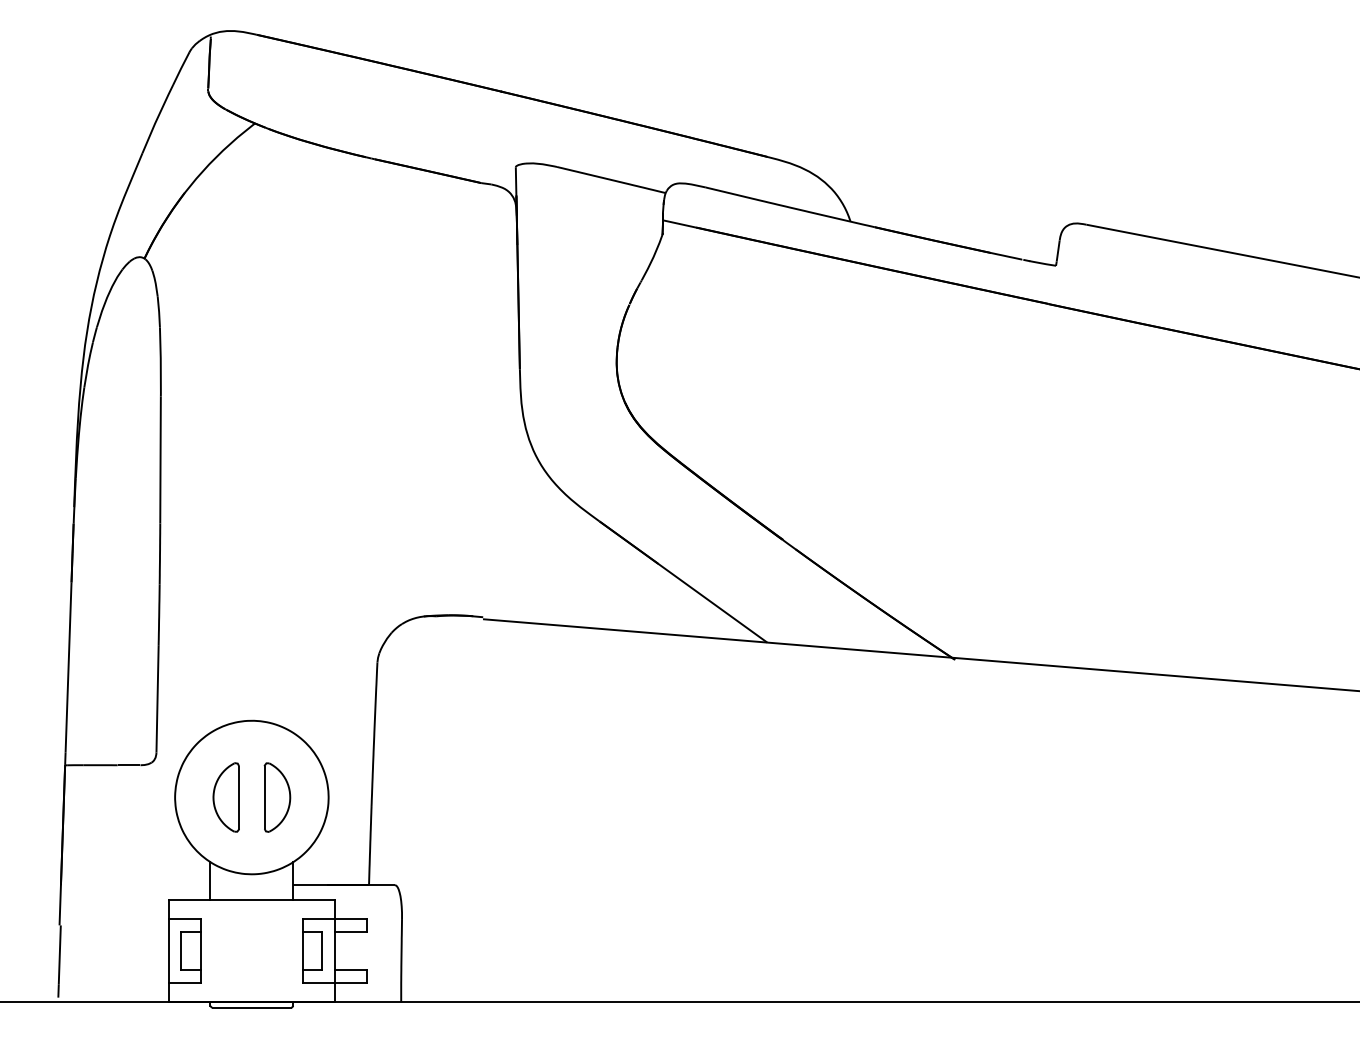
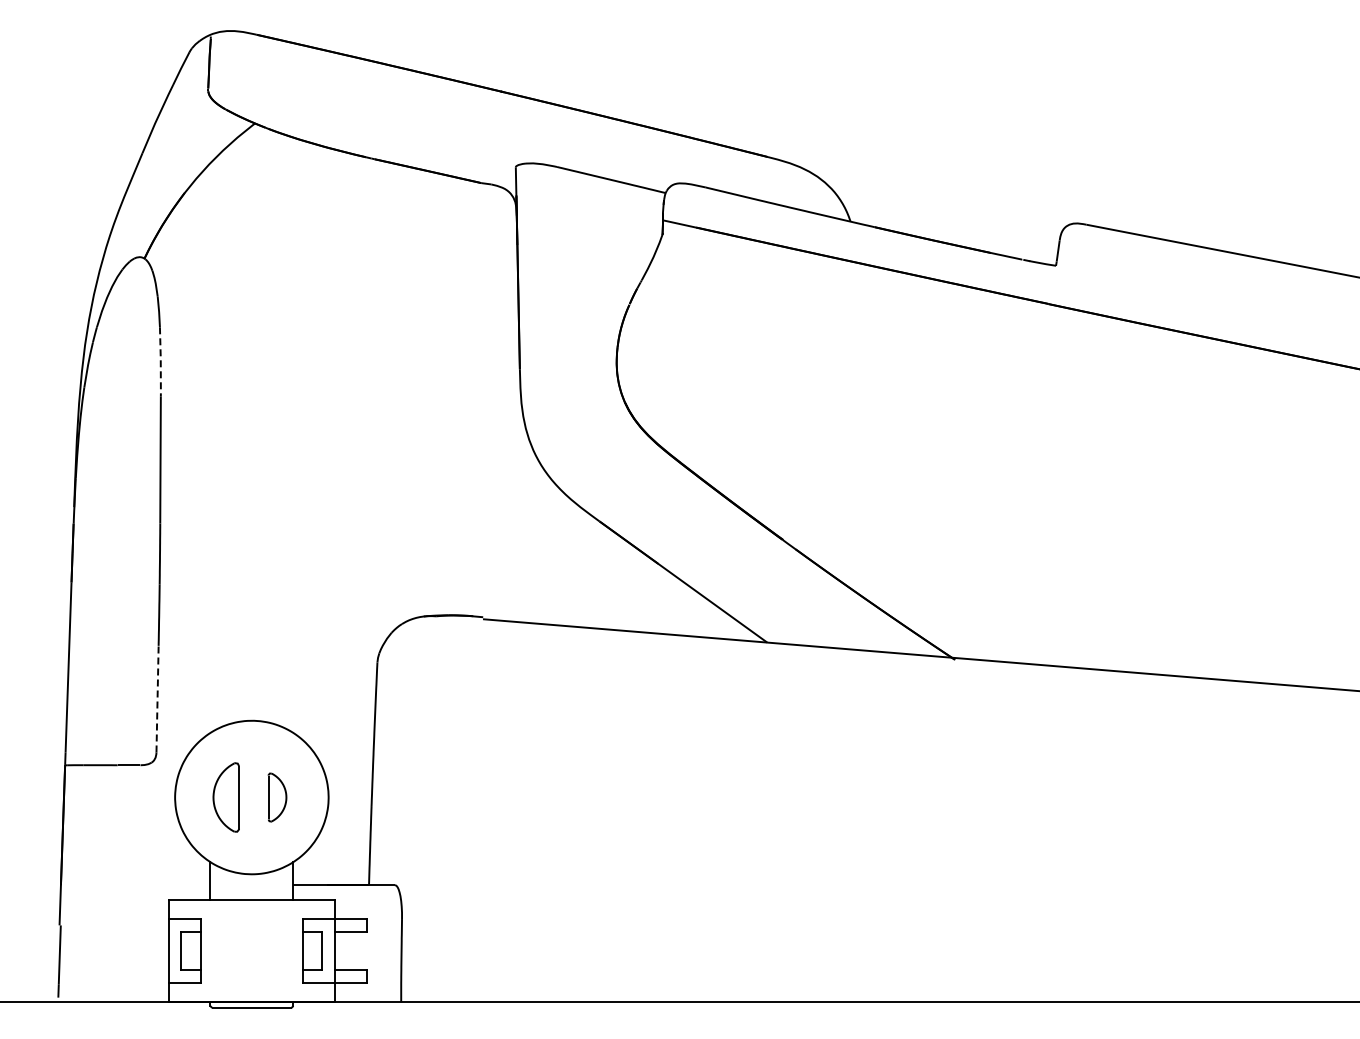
line at (160, 362): solid -> dashed
line at (157, 698): solid -> dashed
part at (277, 797) size: 29x71 px -> 21x51 px
